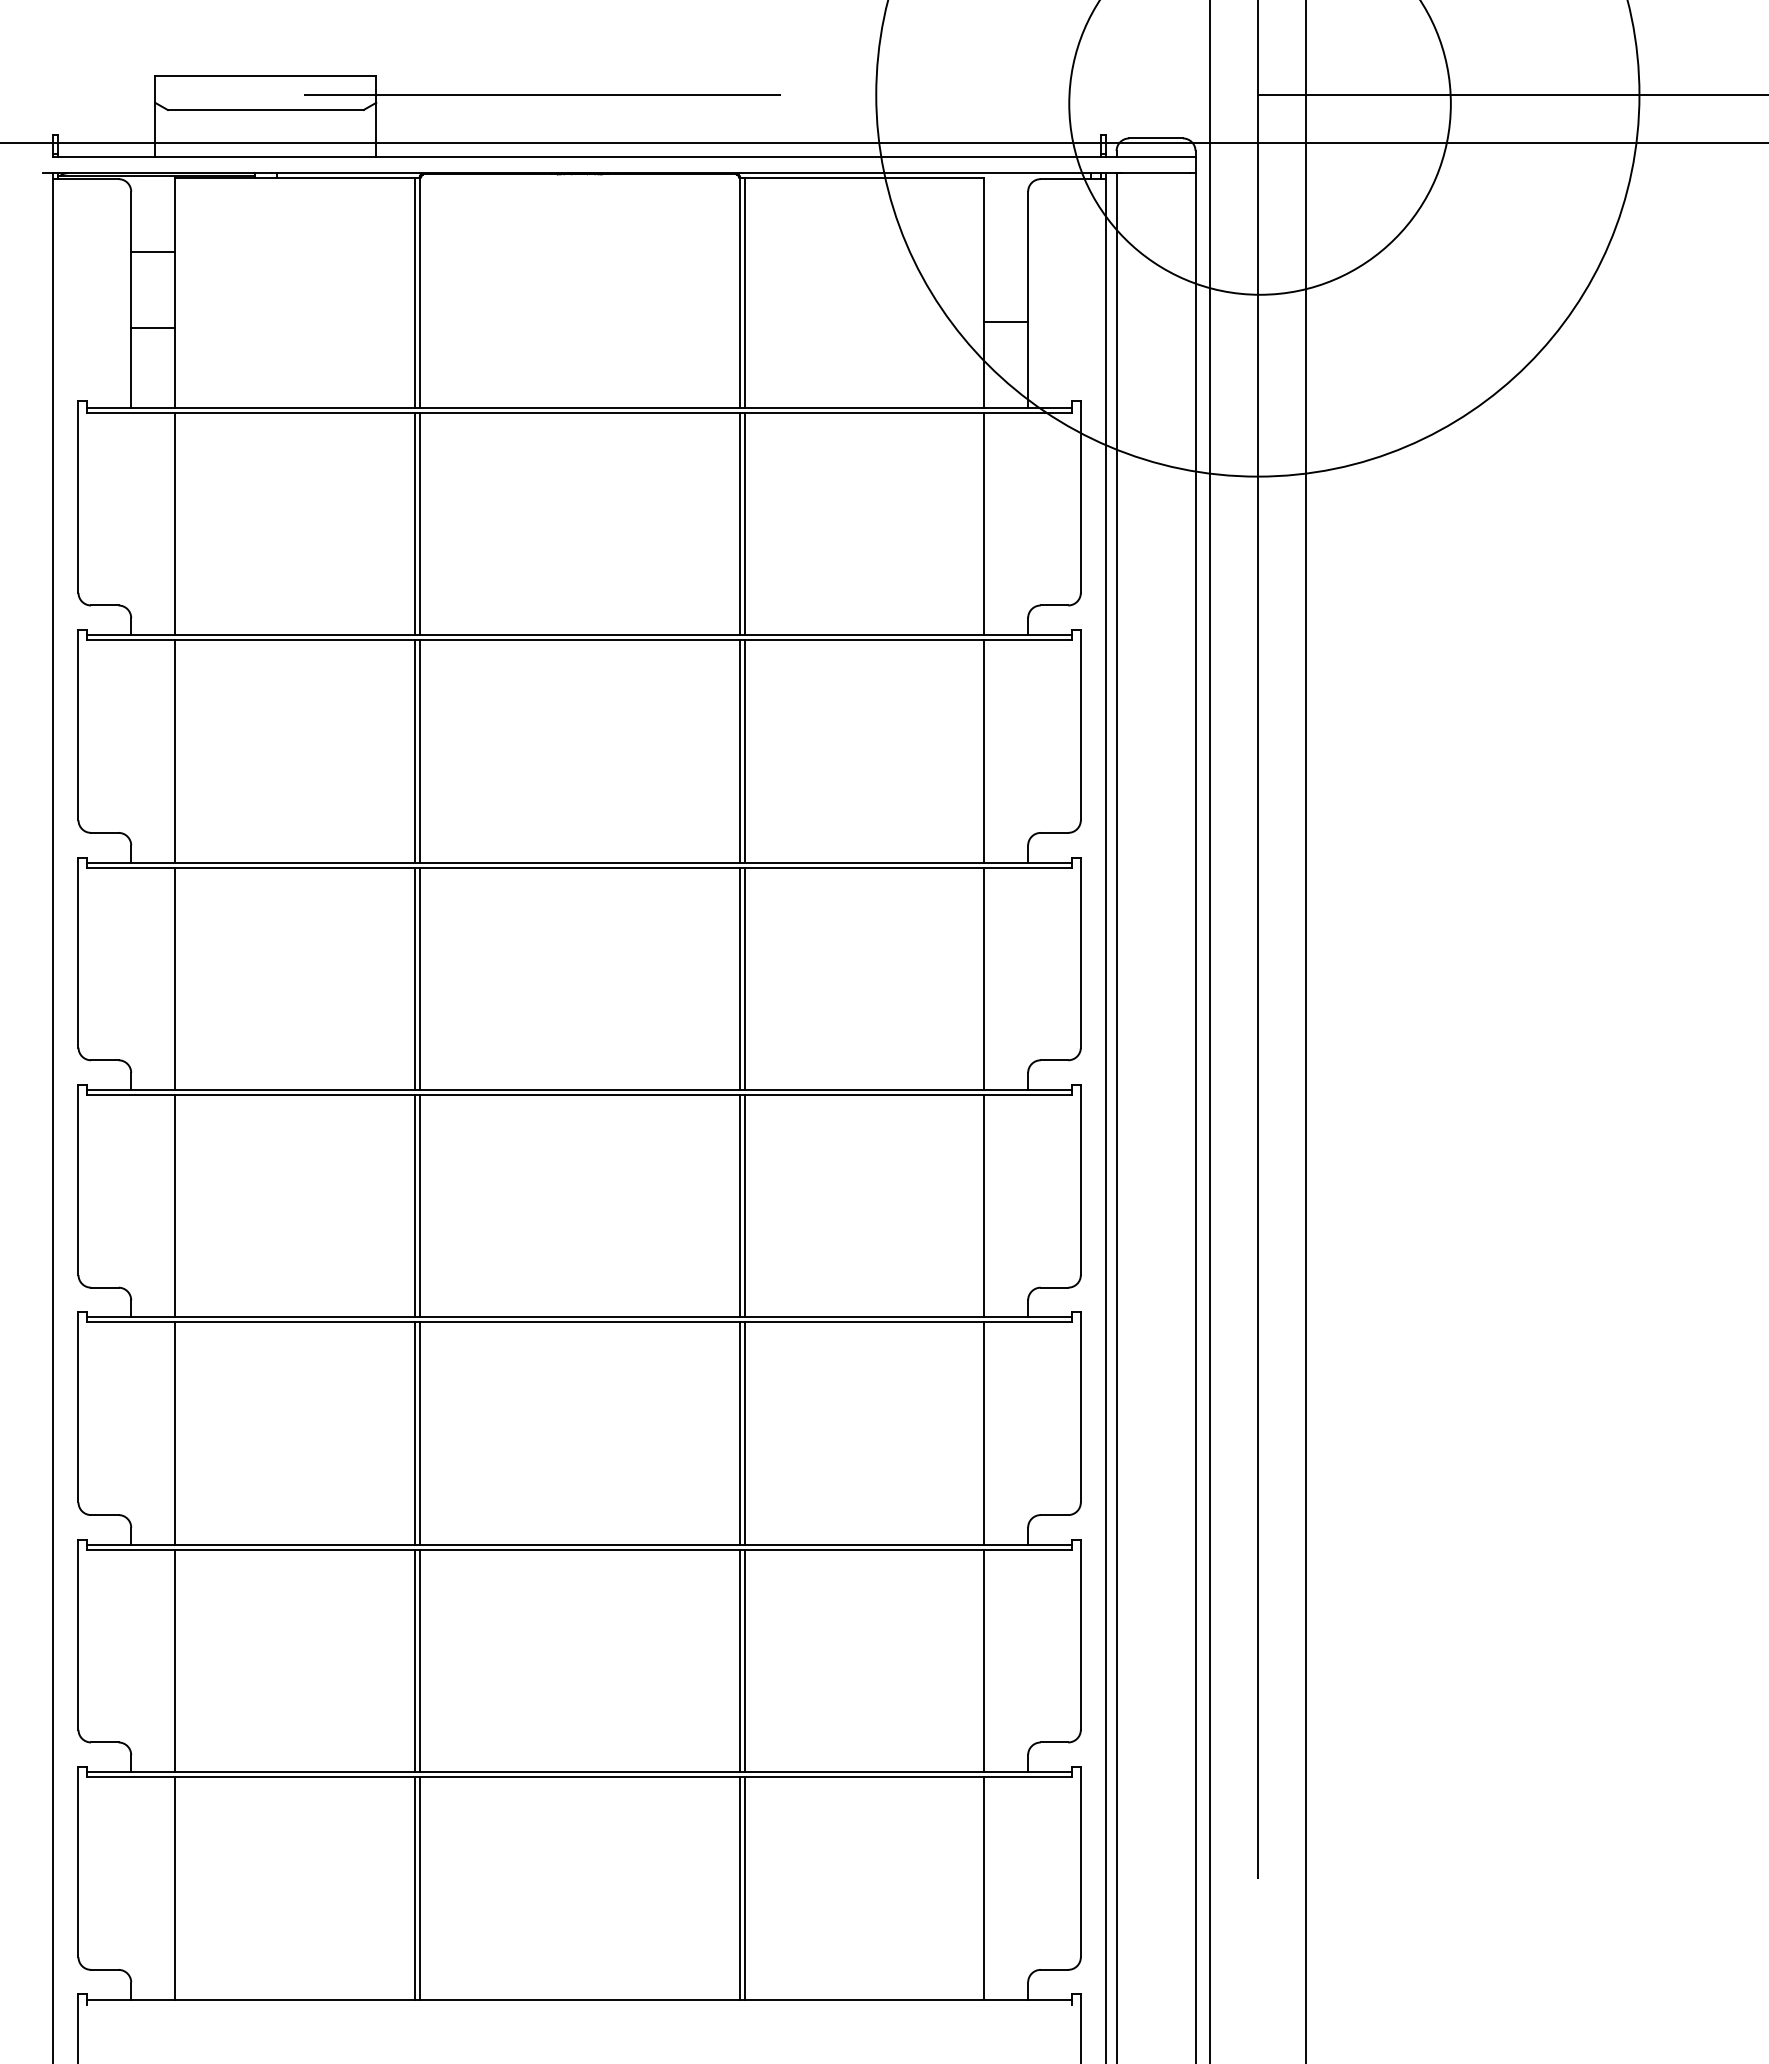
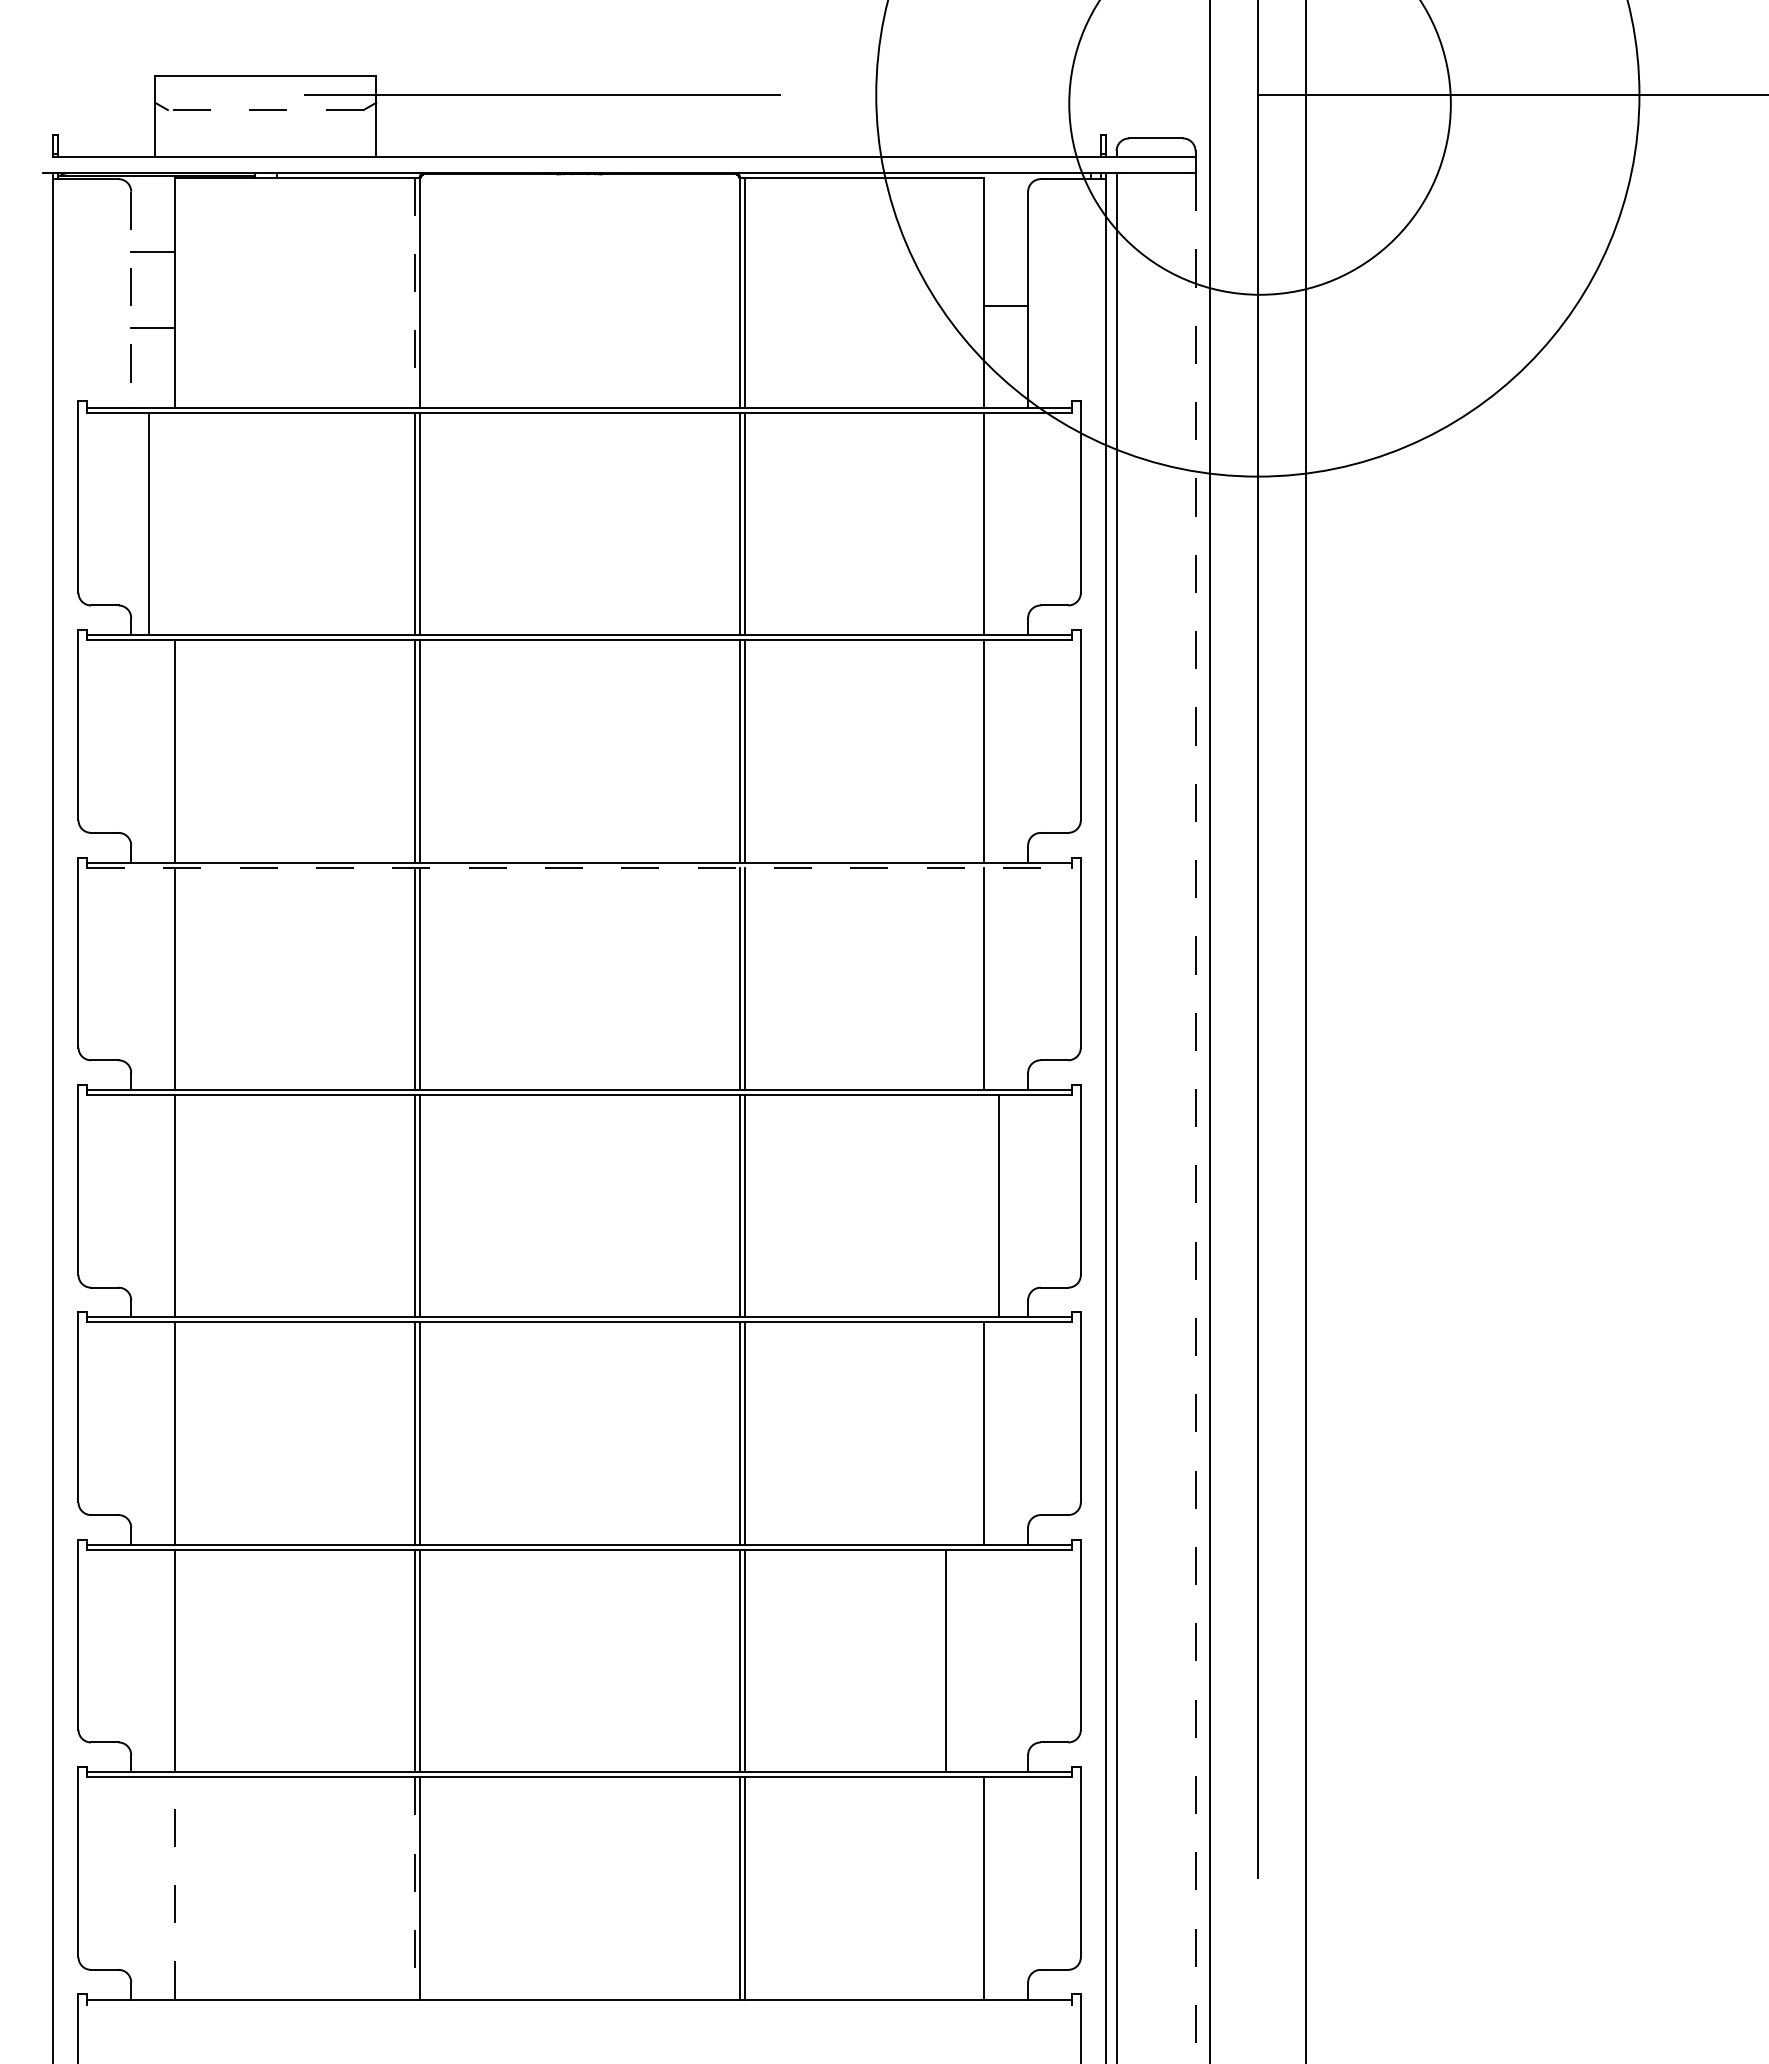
line at (265, 110): solid -> dashed
line at (883, 142): present -> none
line at (414, 293): solid -> dashed
line at (131, 300): solid -> dashed
line at (1005, 321) position: (1005, 321) -> (1005, 305)
line at (175, 523) position: (175, 523) -> (149, 523)
line at (579, 867): solid -> dashed
line at (1195, 1118): solid -> dashed
line at (983, 1206) position: (983, 1206) -> (998, 1206)
line at (983, 1660) position: (983, 1660) -> (945, 1660)
line at (175, 1887): solid -> dashed
line at (414, 1888): solid -> dashed
